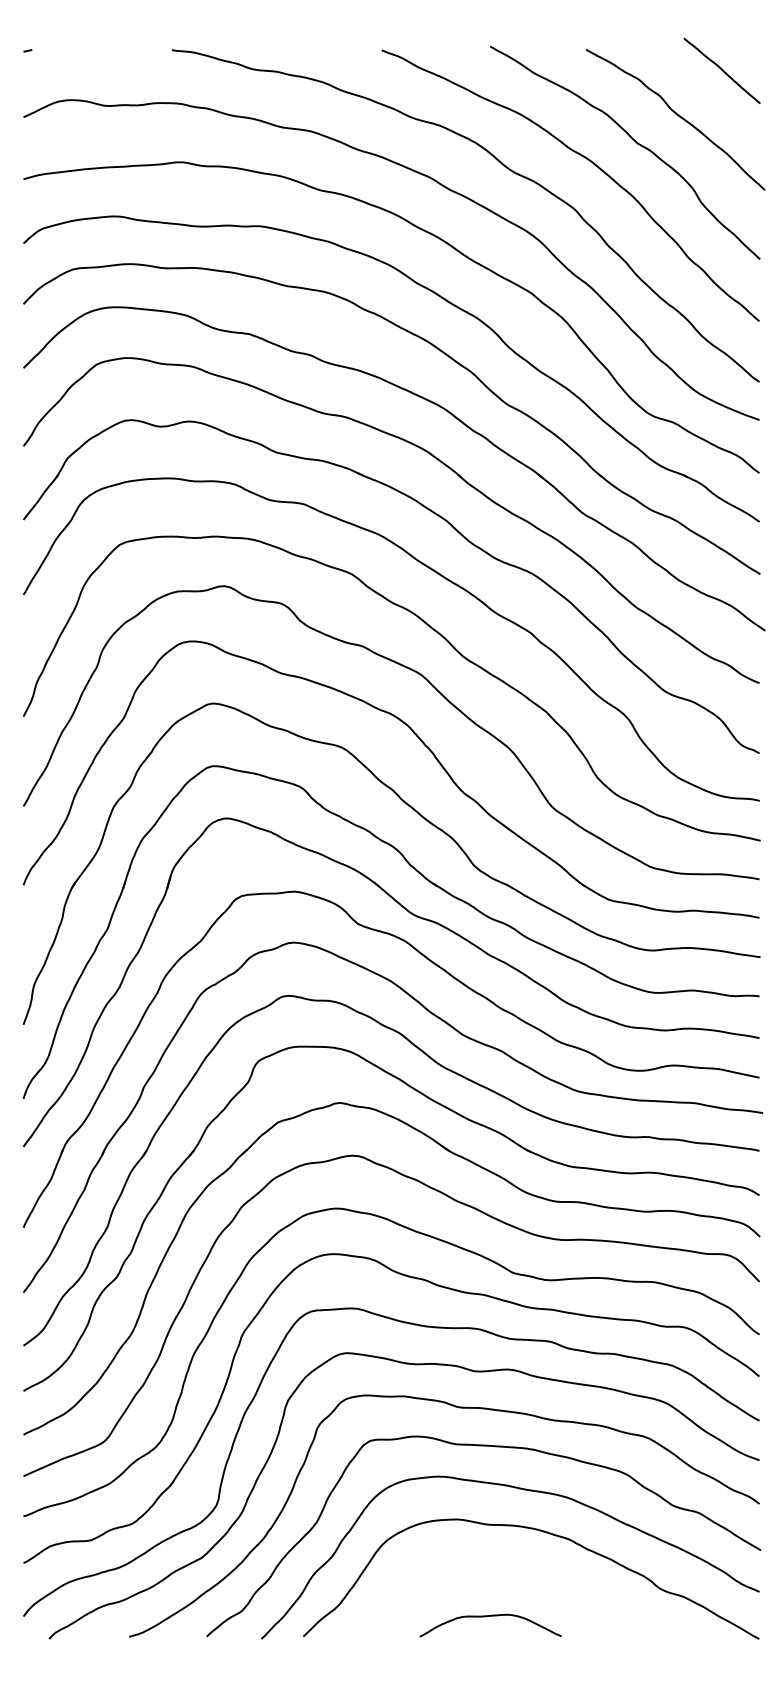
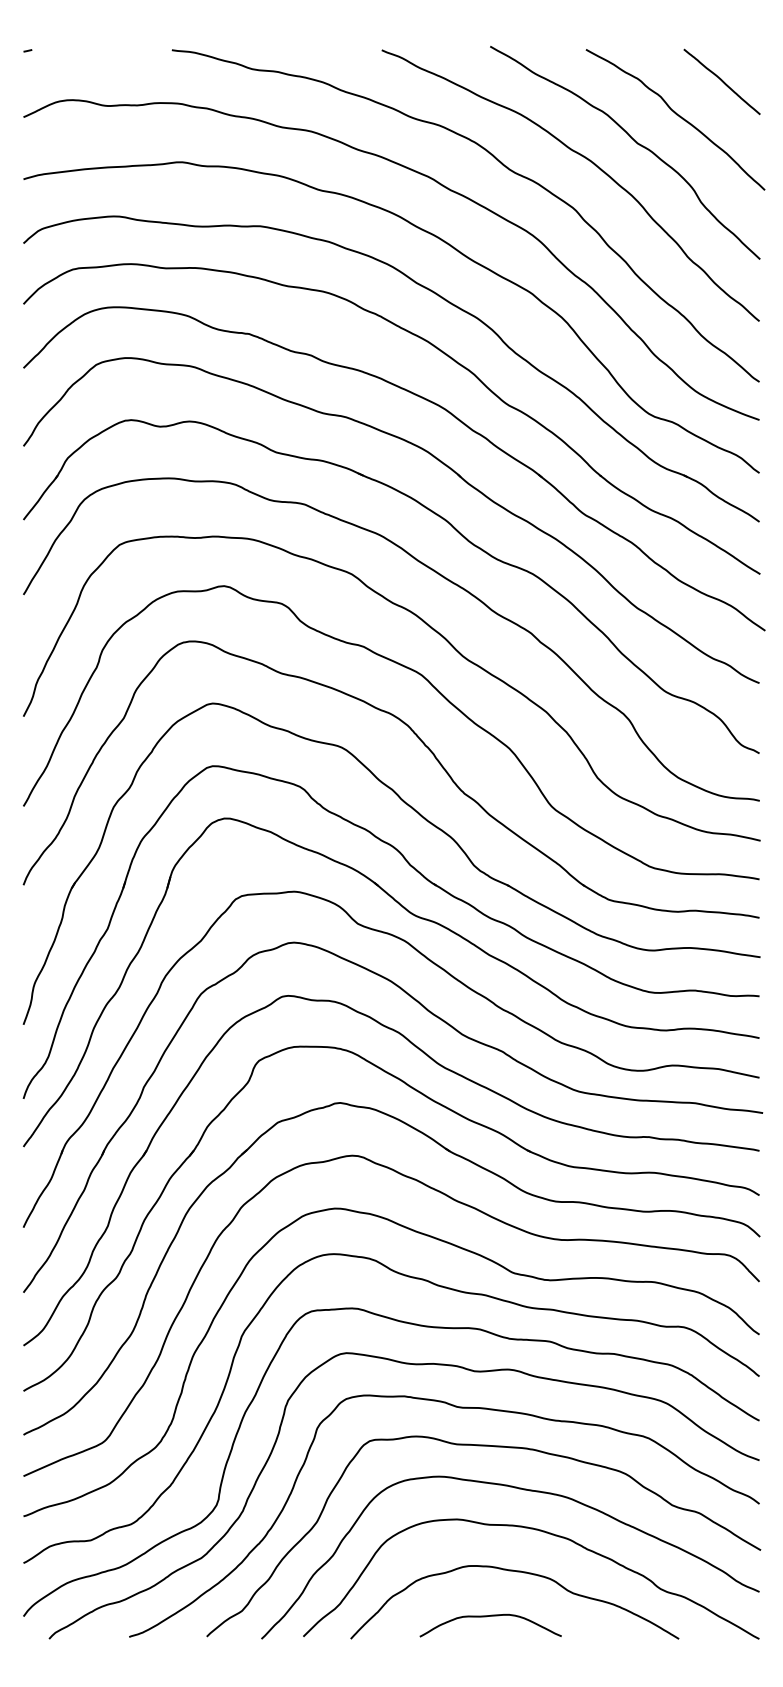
curve at (721, 70) position: (721, 70) -> (721, 81)
curve at (516, 1572): none -> present
